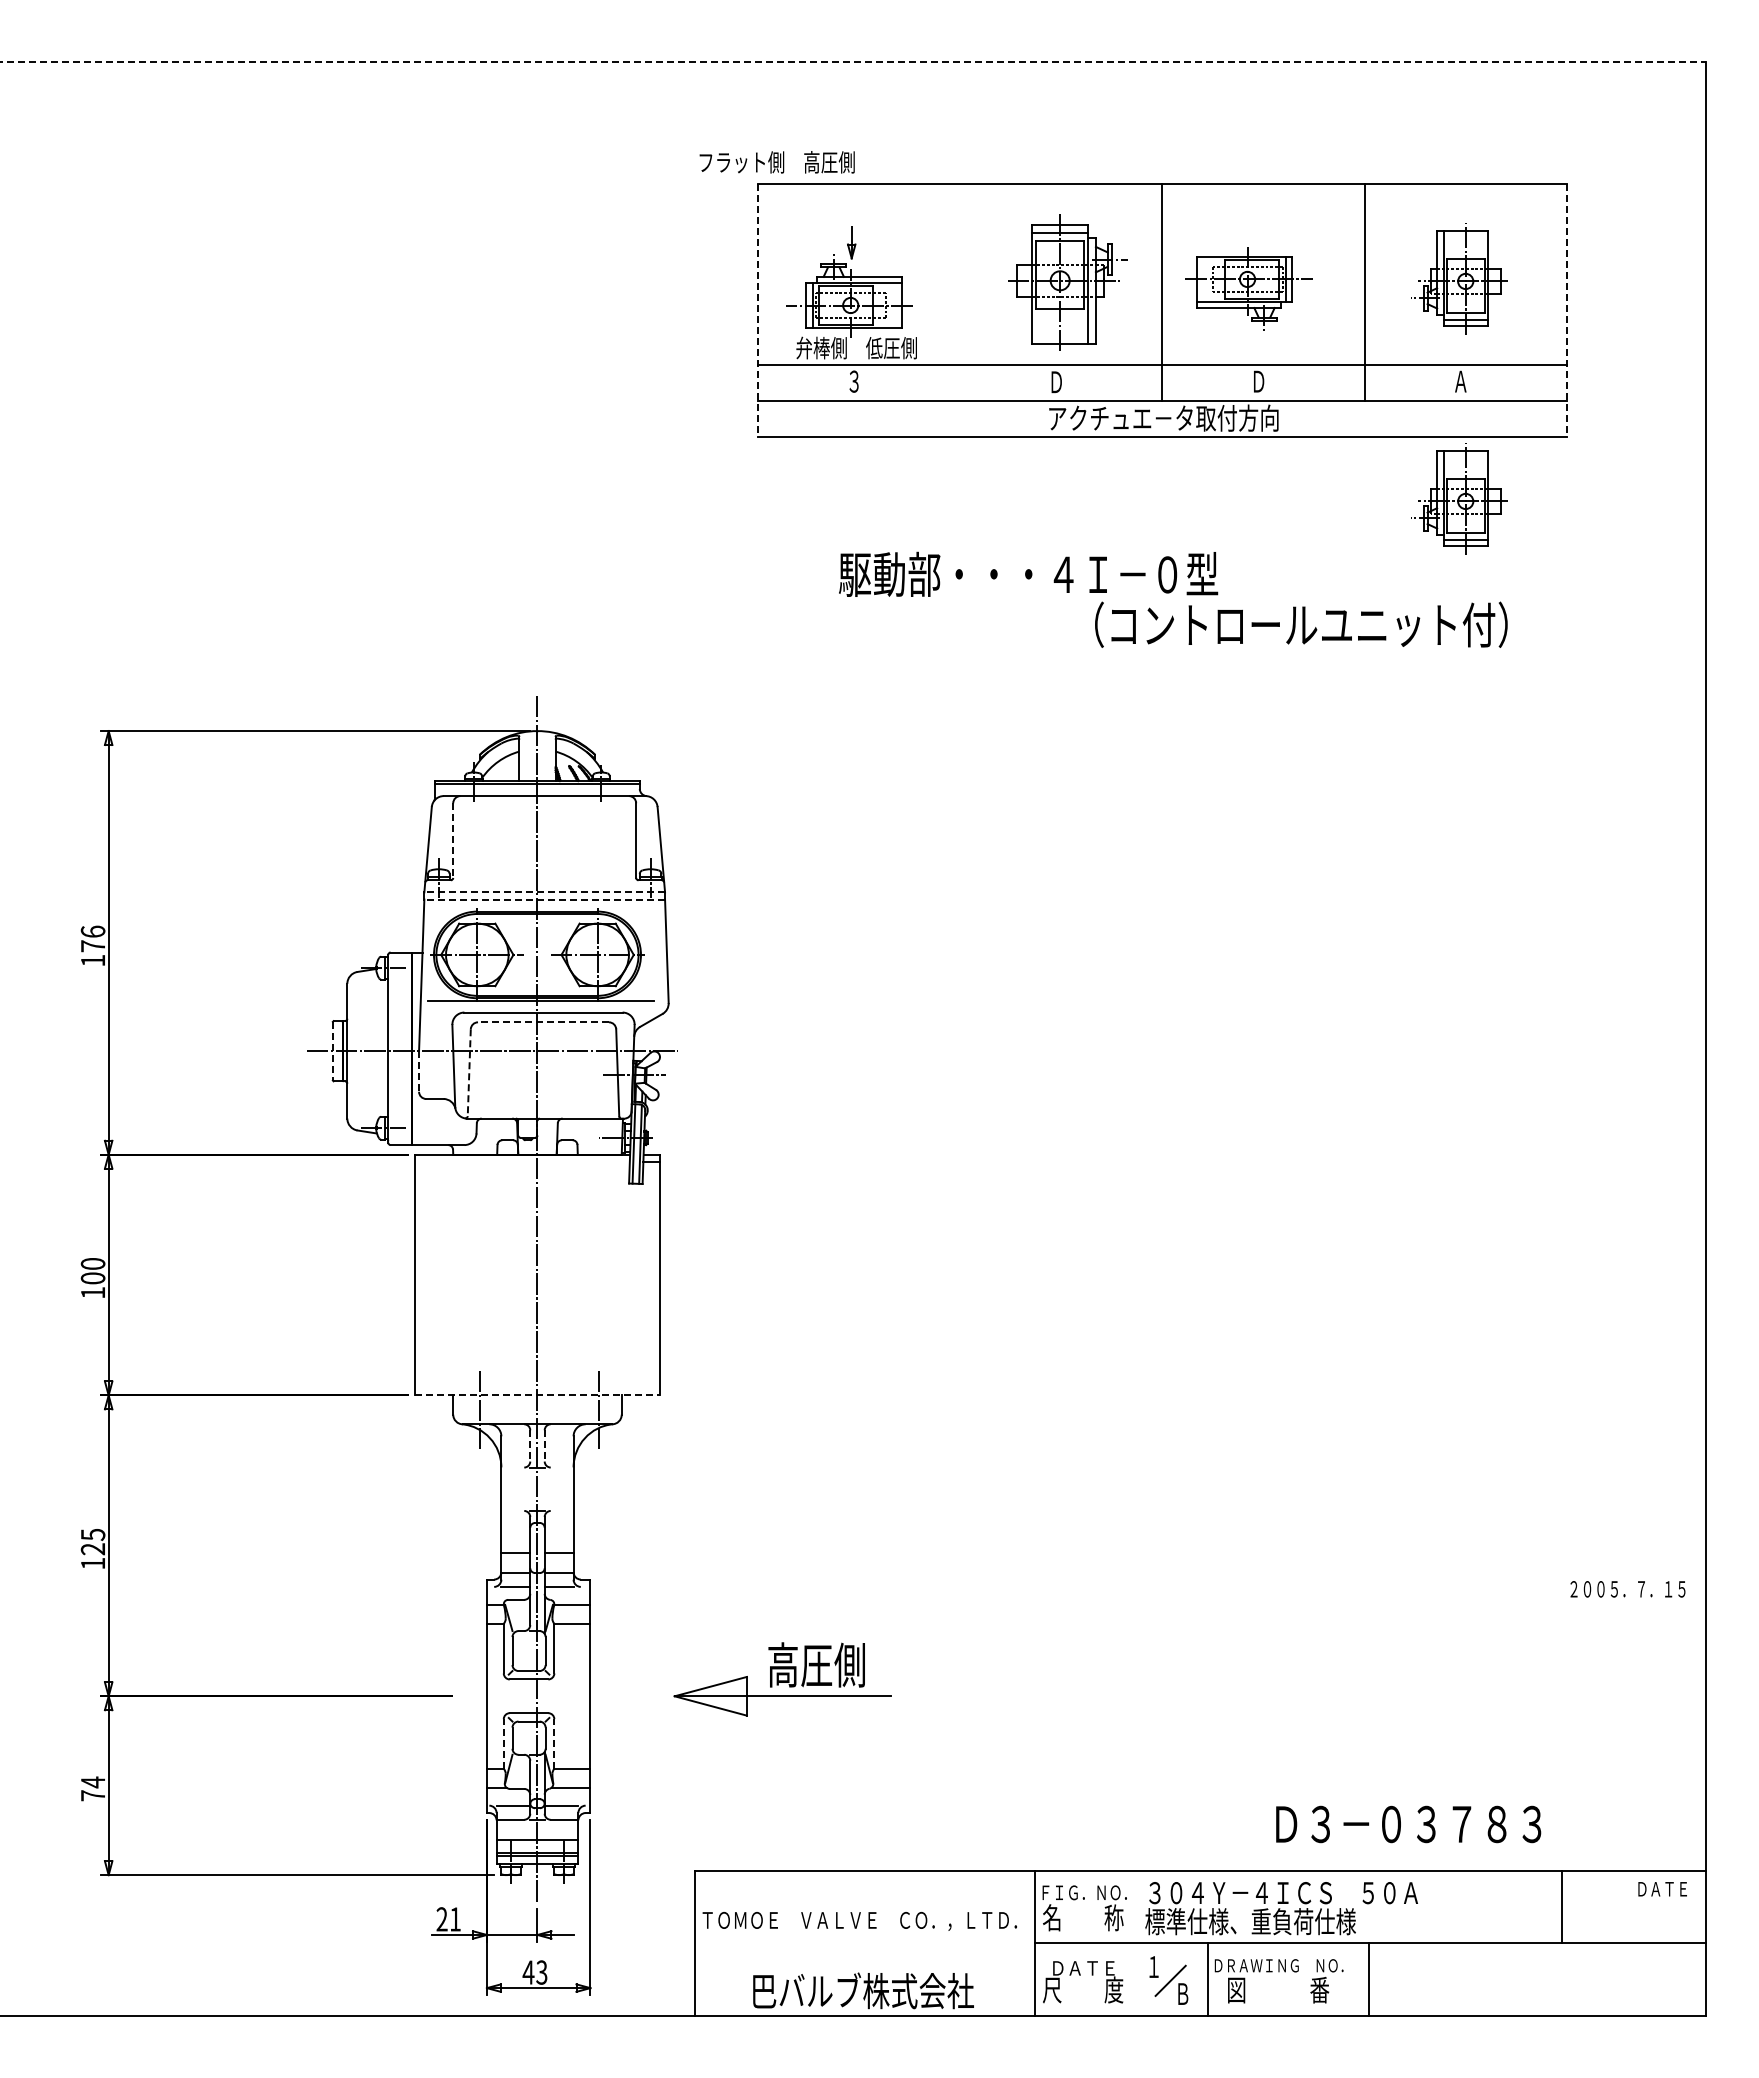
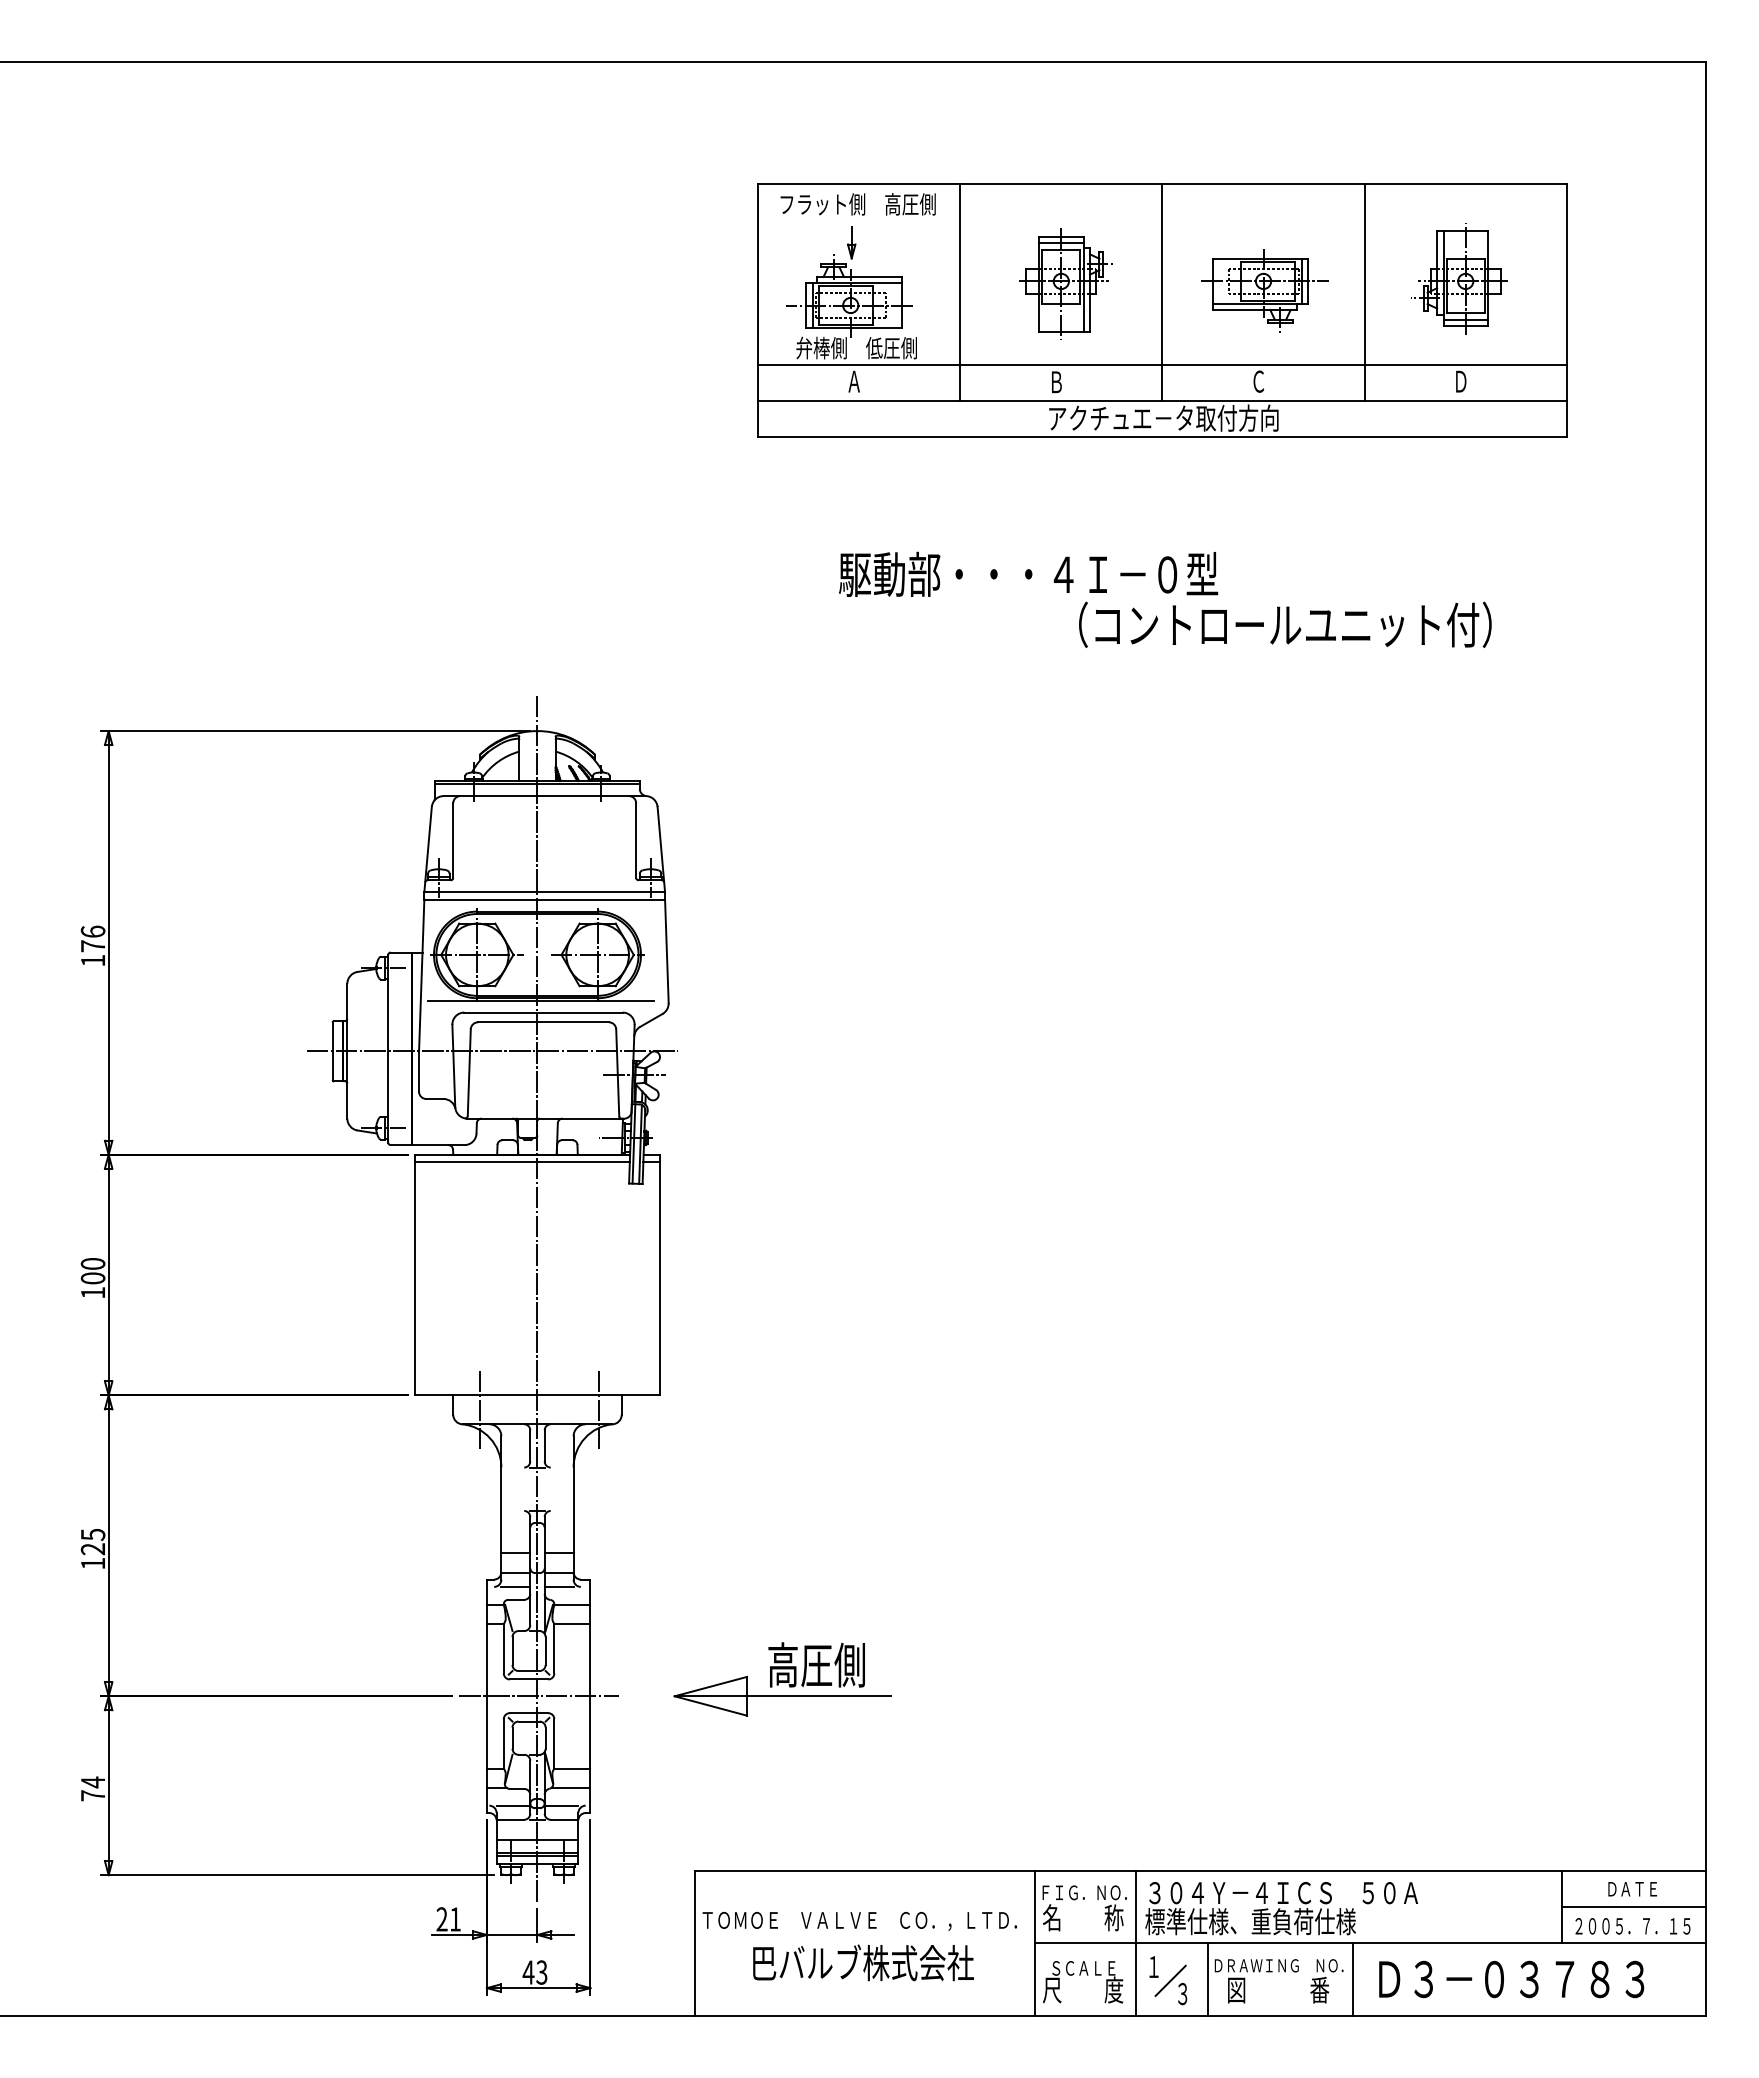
line at (853, 62): dashed -> solid
text at (776, 162) position: (776, 162) -> (857, 204)
part at (1067, 282) size: 120x137 px -> 94x112 px
part at (1248, 288) position: (1248, 288) -> (1264, 290)
line at (960, 292): none -> present
line at (758, 311): dashed -> solid
line at (1566, 311): dashed -> solid
text at (853, 381): ３ -> Ａ
text at (1258, 381): Ｄ -> Ｃ
text at (1460, 381): Ａ -> Ｄ
text at (1056, 382): Ｄ -> Ｂ
part at (1459, 498): present -> none
text at (1301, 624) position: (1301, 624) -> (1285, 624)
line at (453, 841): dashed -> solid
line at (544, 892): dashed -> solid
line at (544, 899): dashed -> solid
line at (543, 1022): dashed -> solid
line at (332, 1051): dashed -> solid
line at (419, 1071): dashed -> solid
line at (469, 1073): dashed -> solid
line at (521, 1161): none -> present
line at (537, 1395): dashed -> solid
line at (530, 1445): dashed -> solid
line at (544, 1445): dashed -> solid
text at (1627, 1589) position: (1627, 1589) -> (1632, 1926)
line at (539, 1696): none -> present
line at (503, 1744): dashed -> solid
line at (554, 1744): dashed -> solid
text at (1408, 1824) position: (1408, 1824) -> (1511, 1979)
text at (1662, 1889) position: (1662, 1889) -> (1632, 1889)
line at (1633, 1907): none -> present
line at (1135, 1943): none -> present
text at (1083, 1968): ＤＡＴＥ -> ＳＣＡＬＥ
line at (1368, 1979) position: (1368, 1979) -> (1352, 1979)
text at (863, 1990) position: (863, 1990) -> (863, 1962)
text at (1183, 1993): Ｂ -> ３
